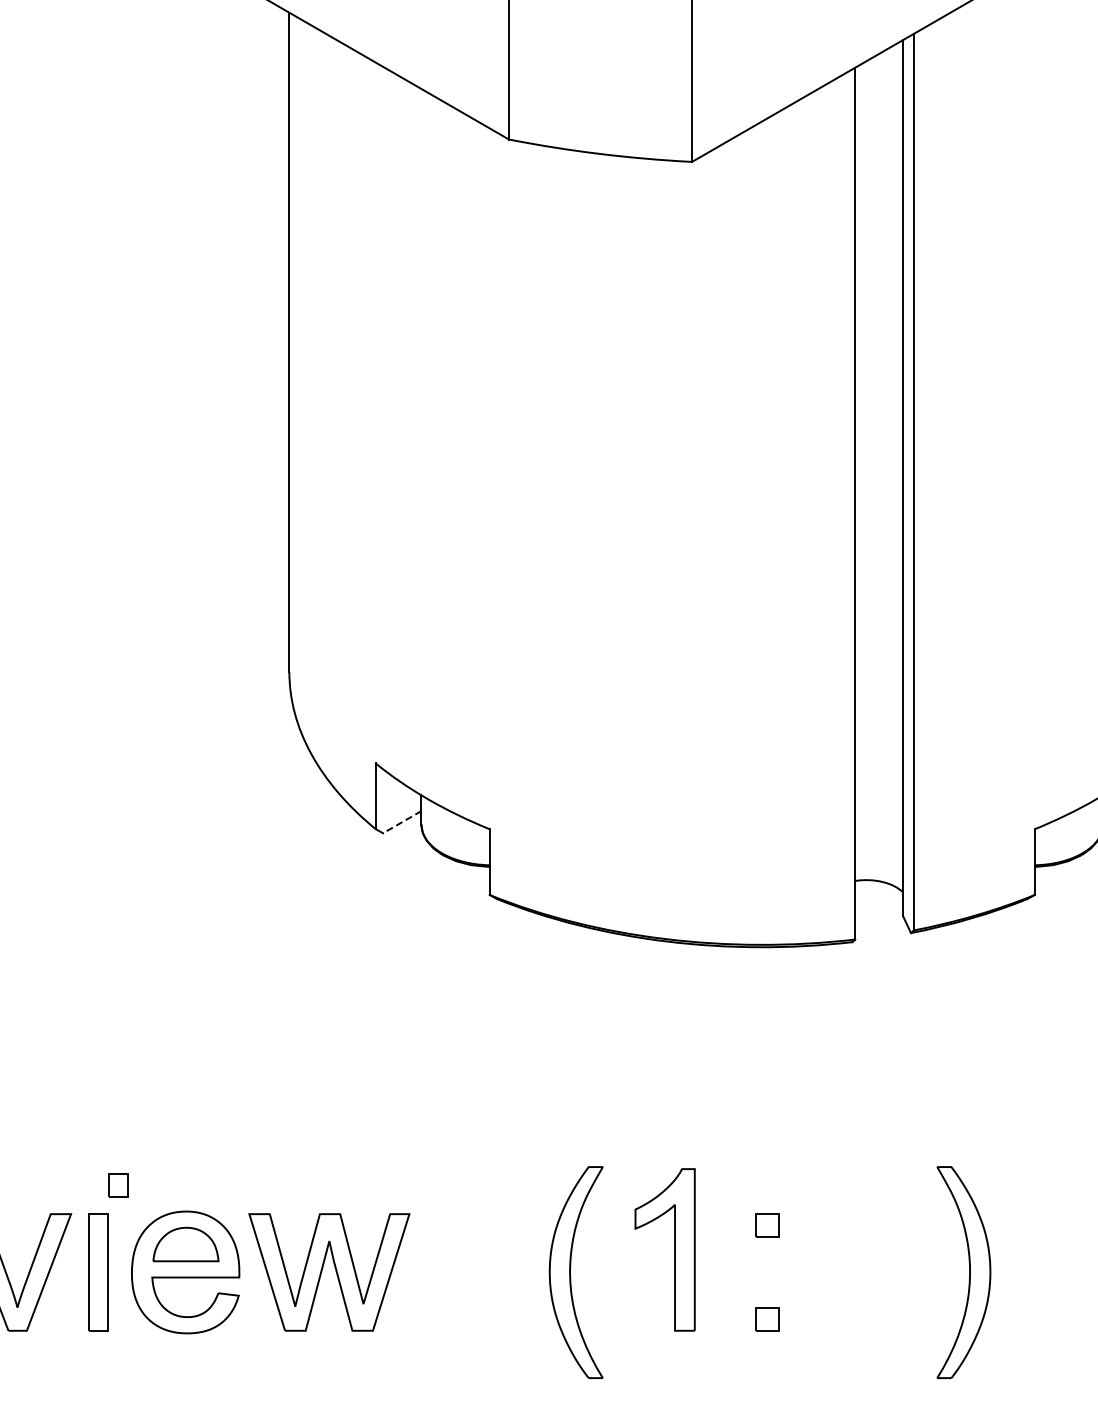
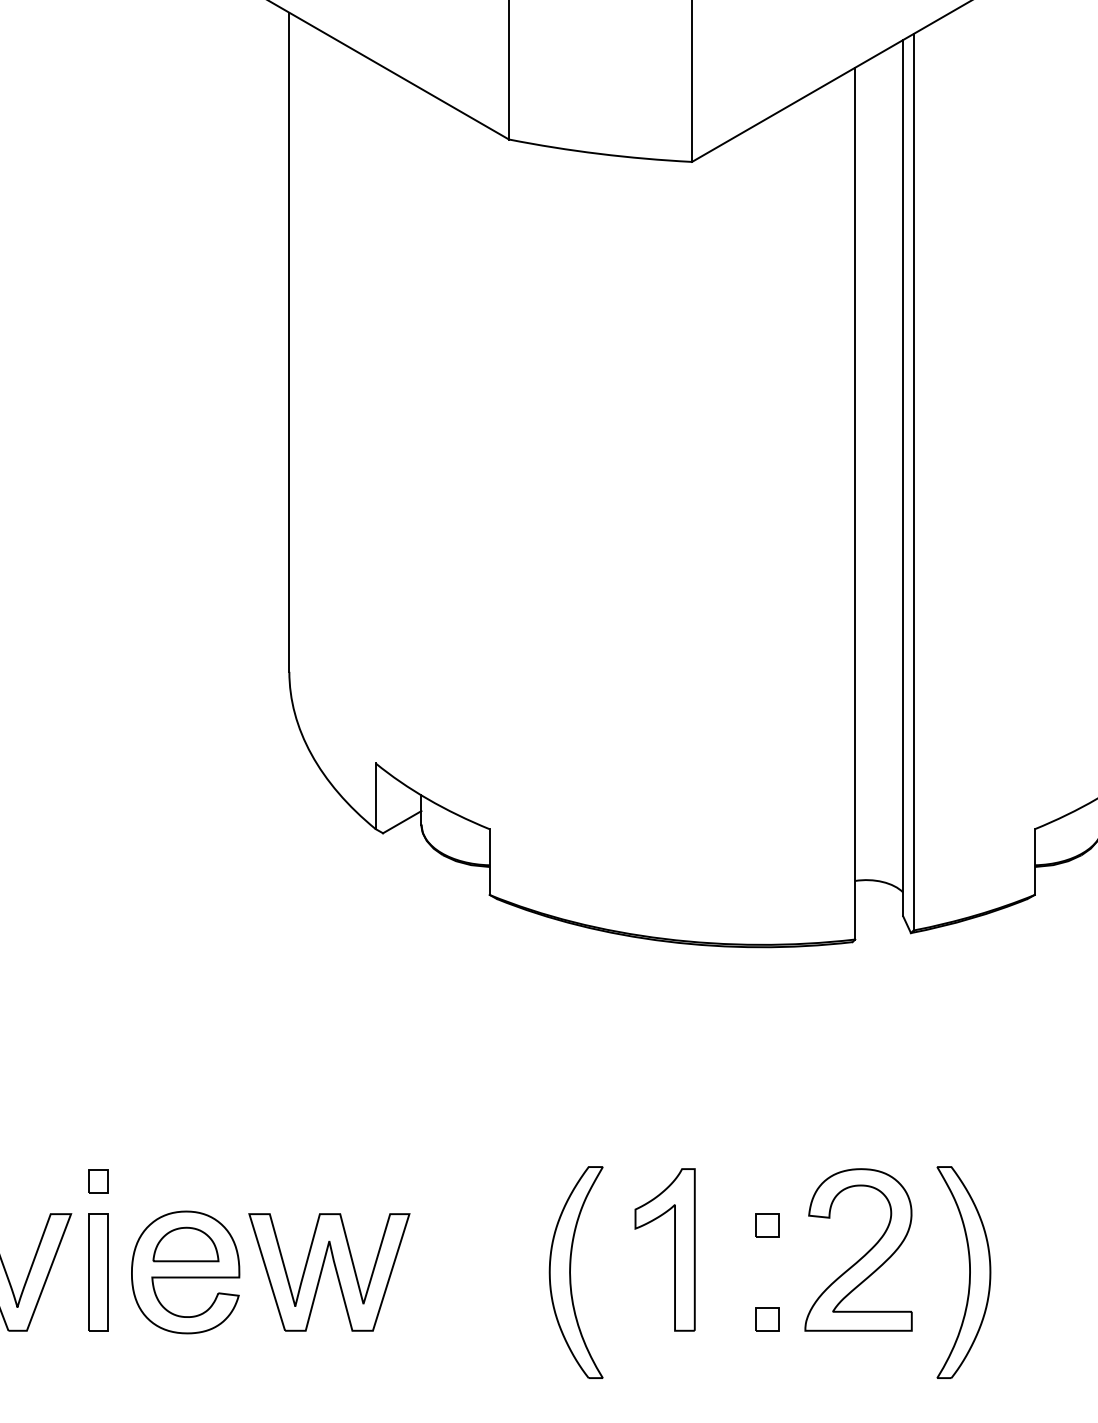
line at (401, 822): dashed -> solid
part at (118, 1185) position: (118, 1185) -> (98, 1181)
part at (864, 1254): none -> present
